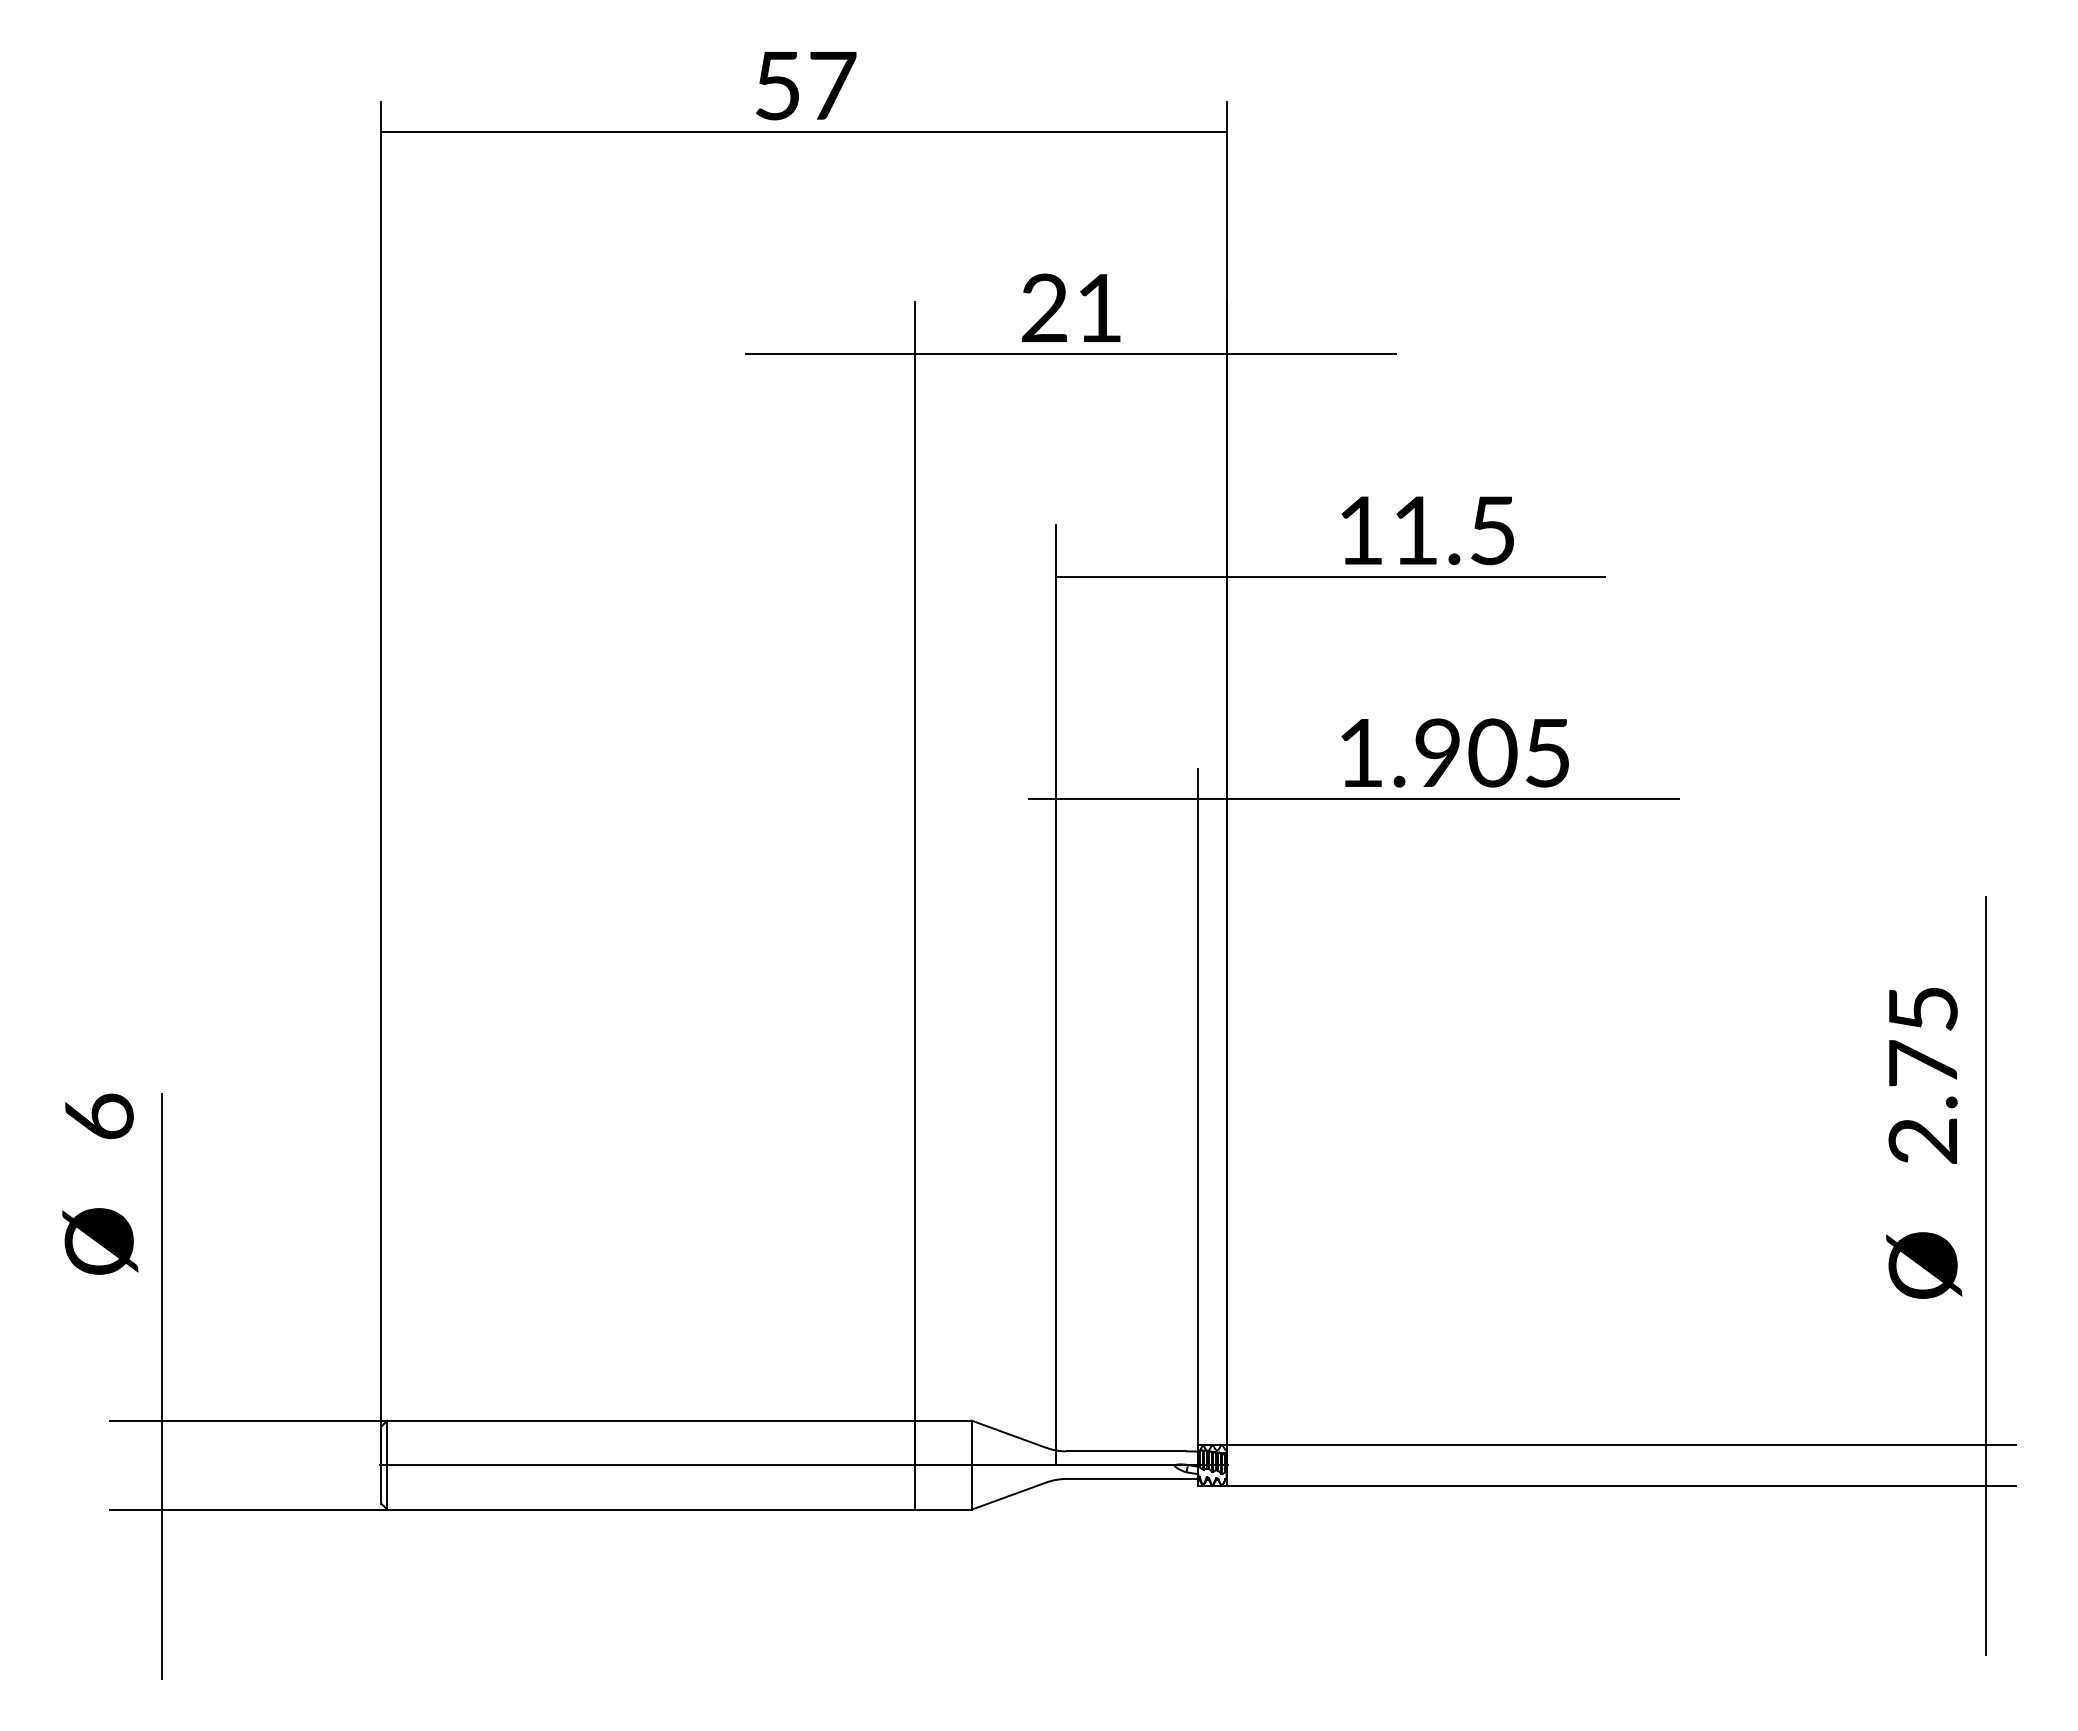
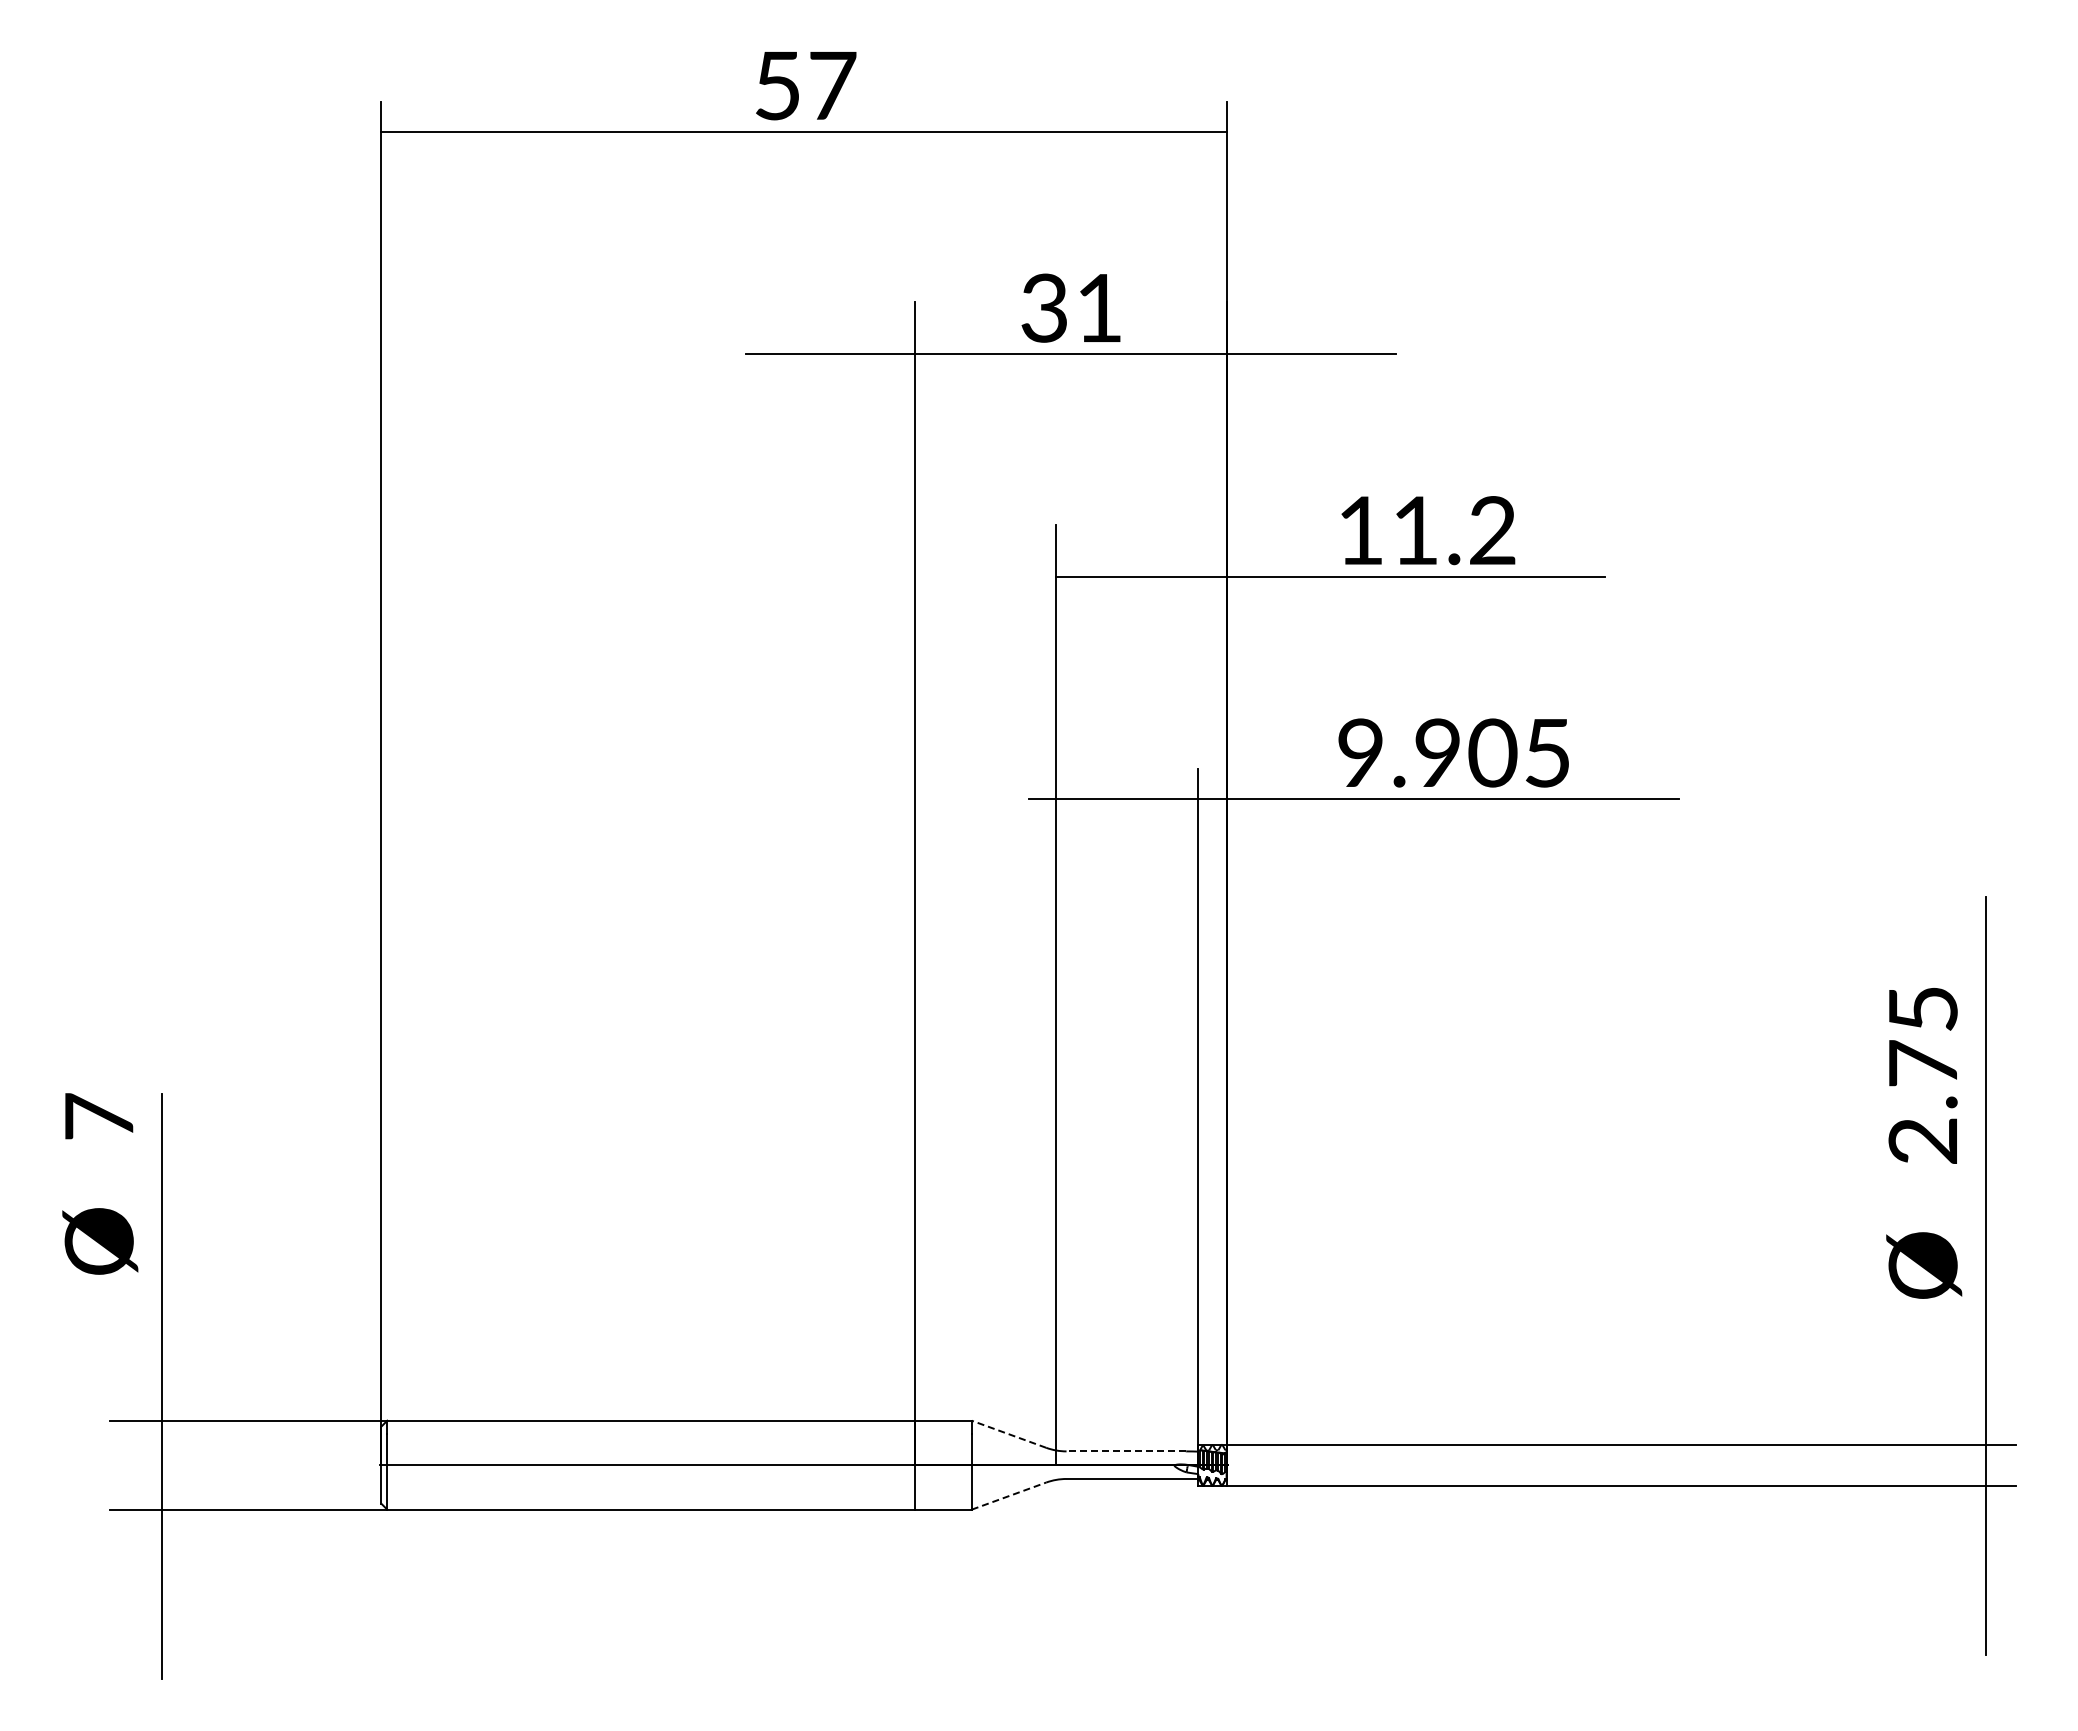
text at (1043, 308): 21 -> 31
text at (1492, 530): 11.5 -> 11.2
text at (1360, 752): 1.905 -> 9.905
text at (99, 1116): 6 -> 7
line at (1009, 1434): solid -> dashed
line at (1126, 1451): solid -> dashed
line at (1009, 1496): solid -> dashed
